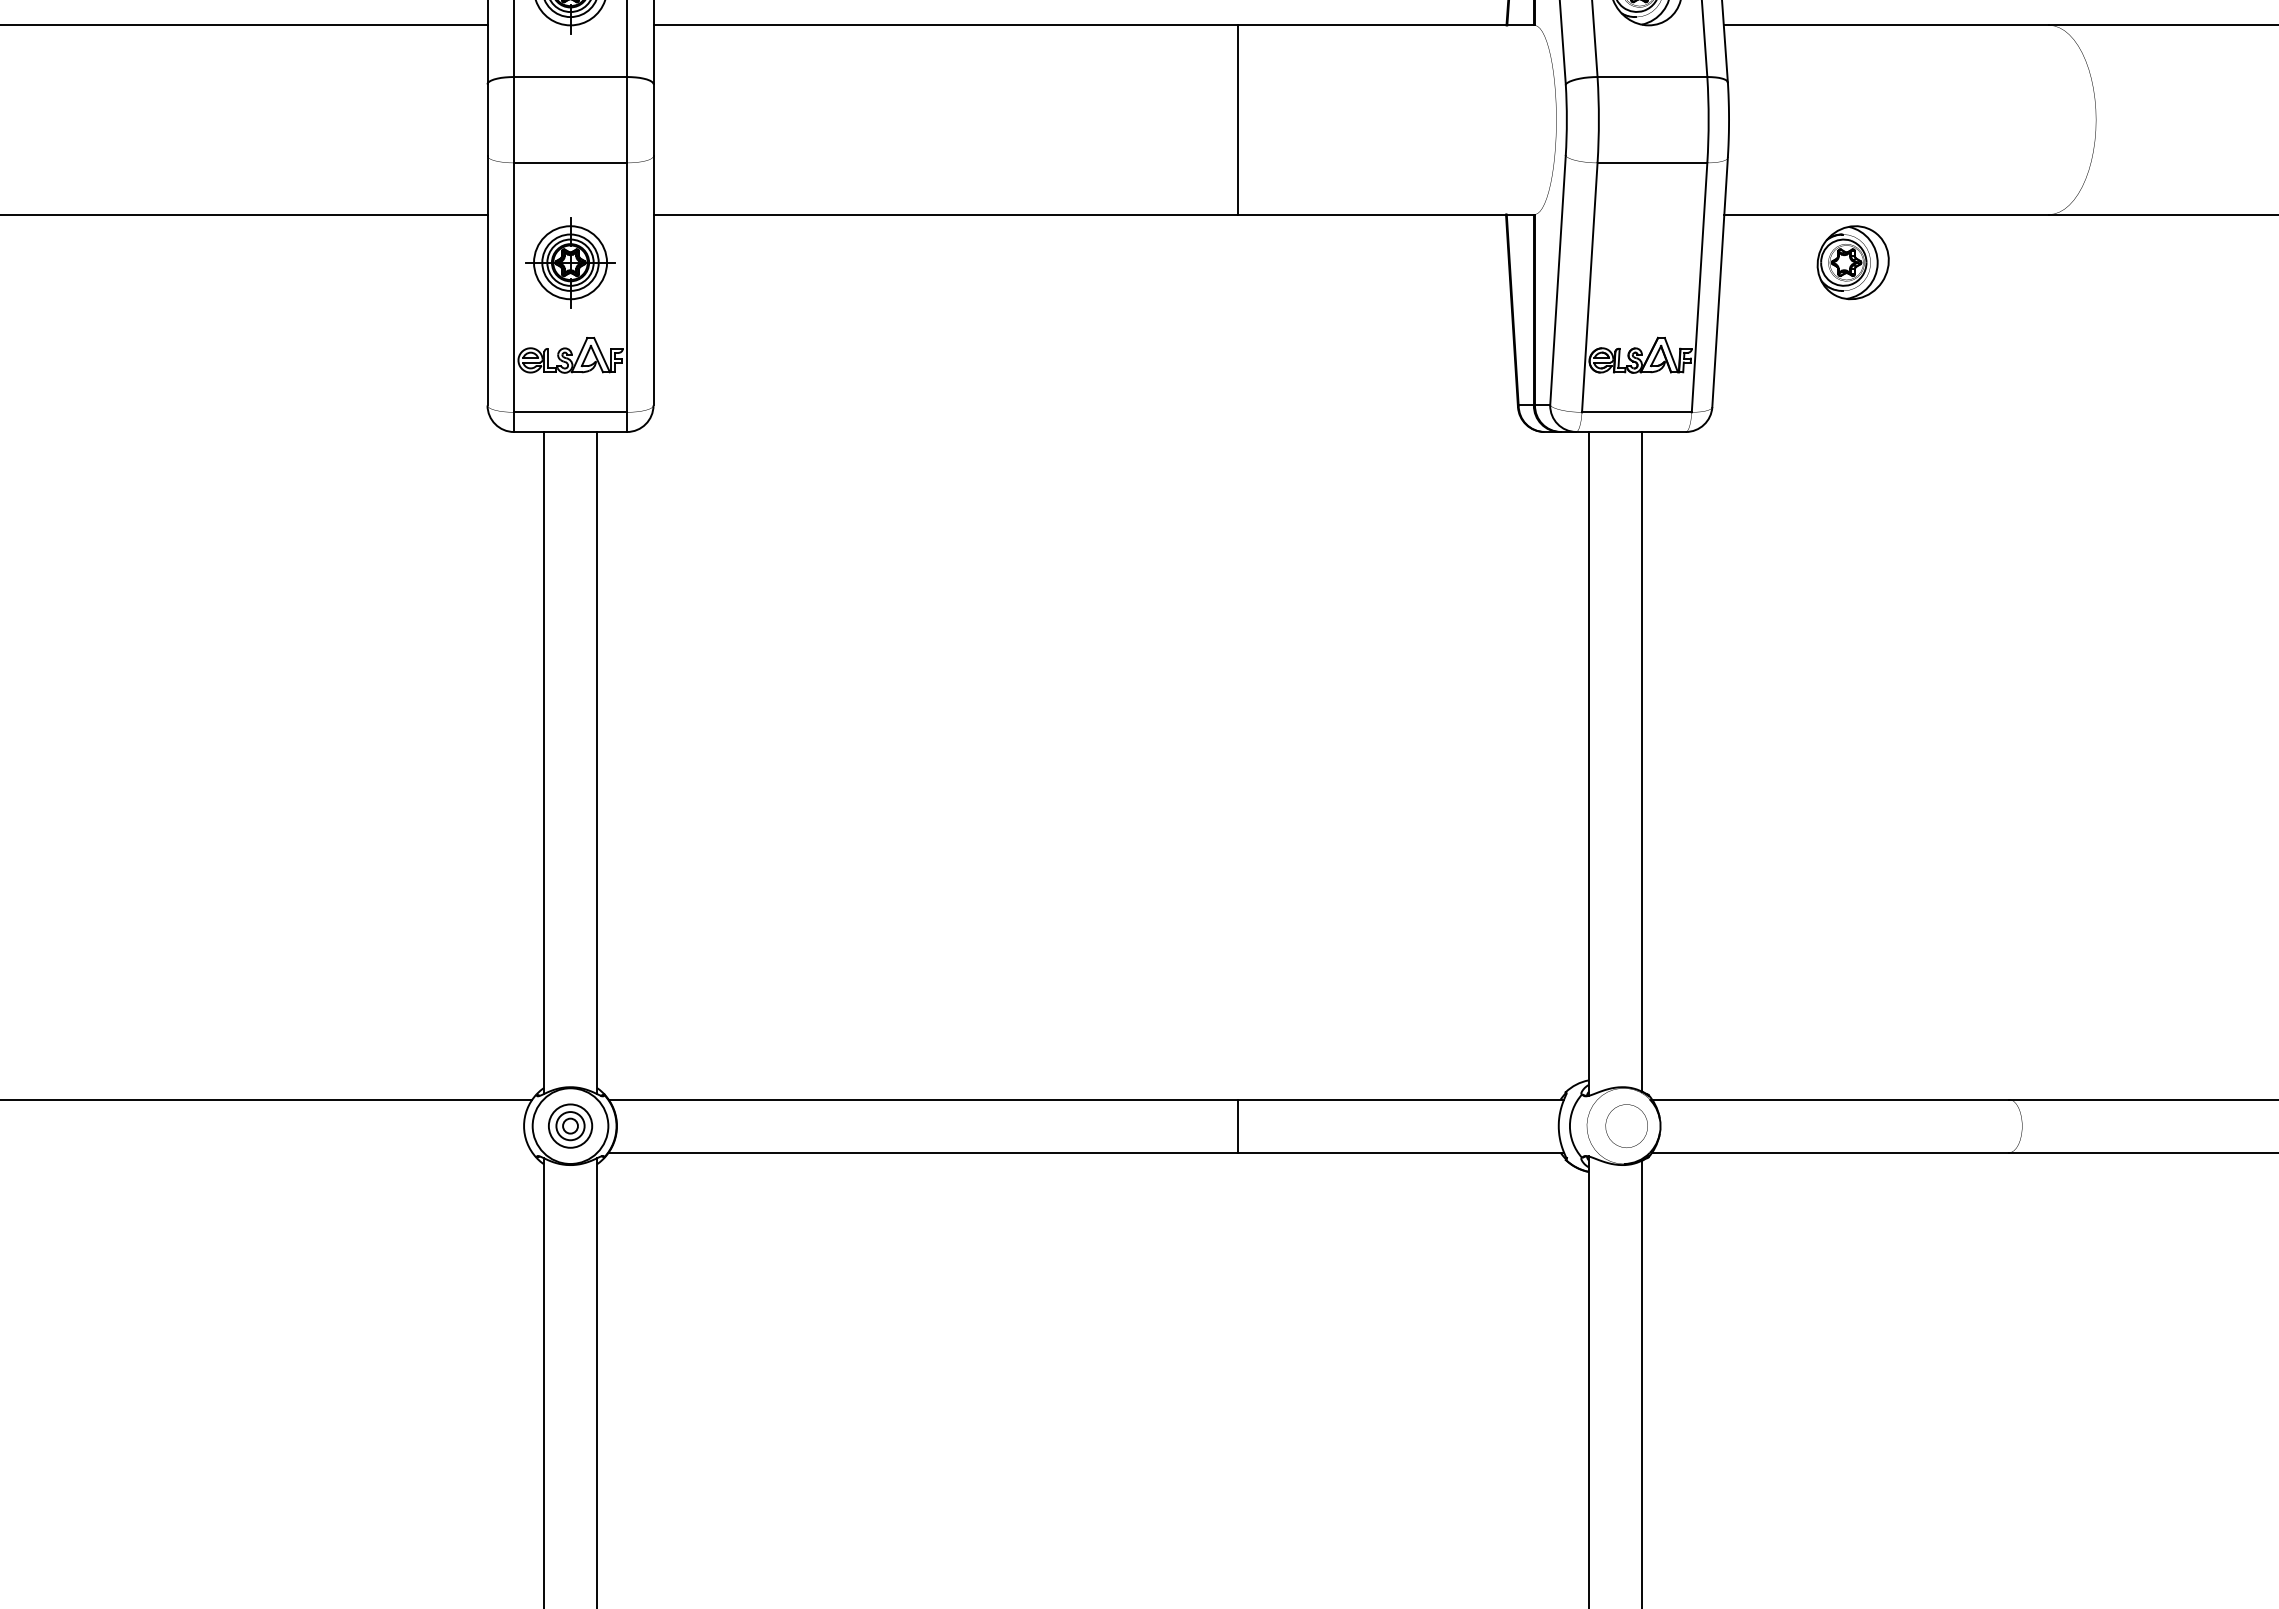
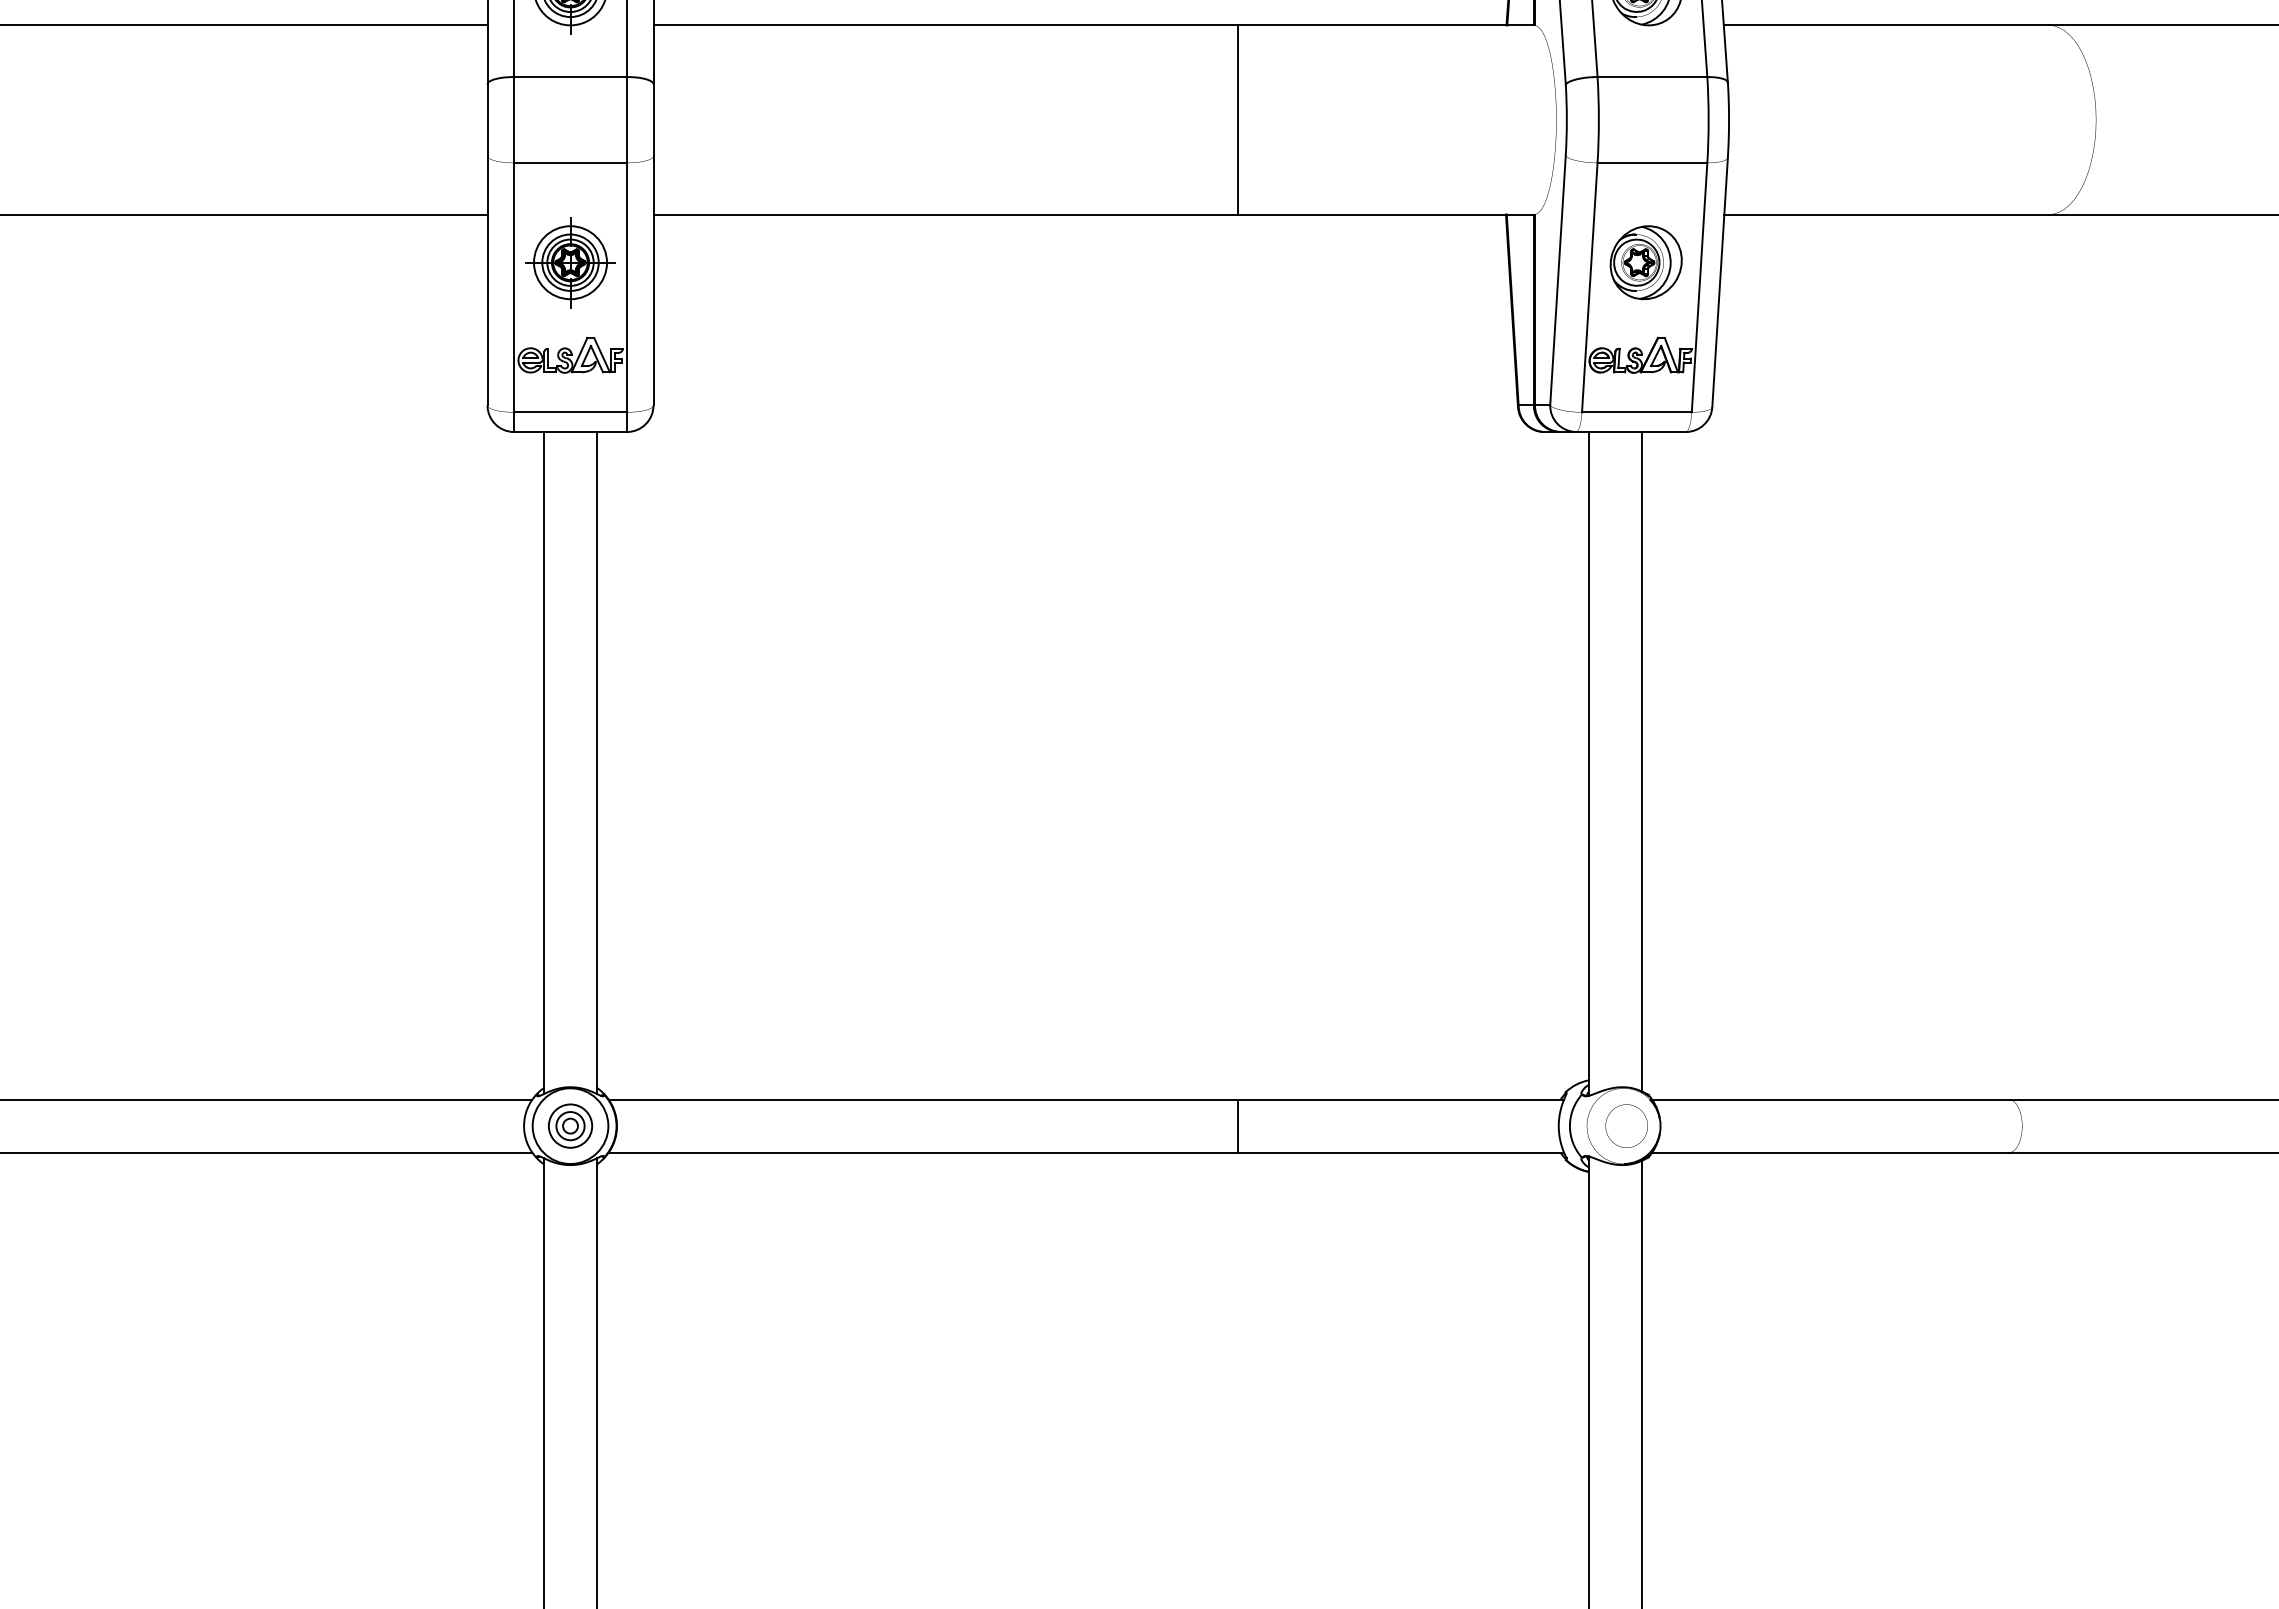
part at (1852, 262) position: (1852, 262) -> (1645, 262)
line at (267, 1152): none -> present
